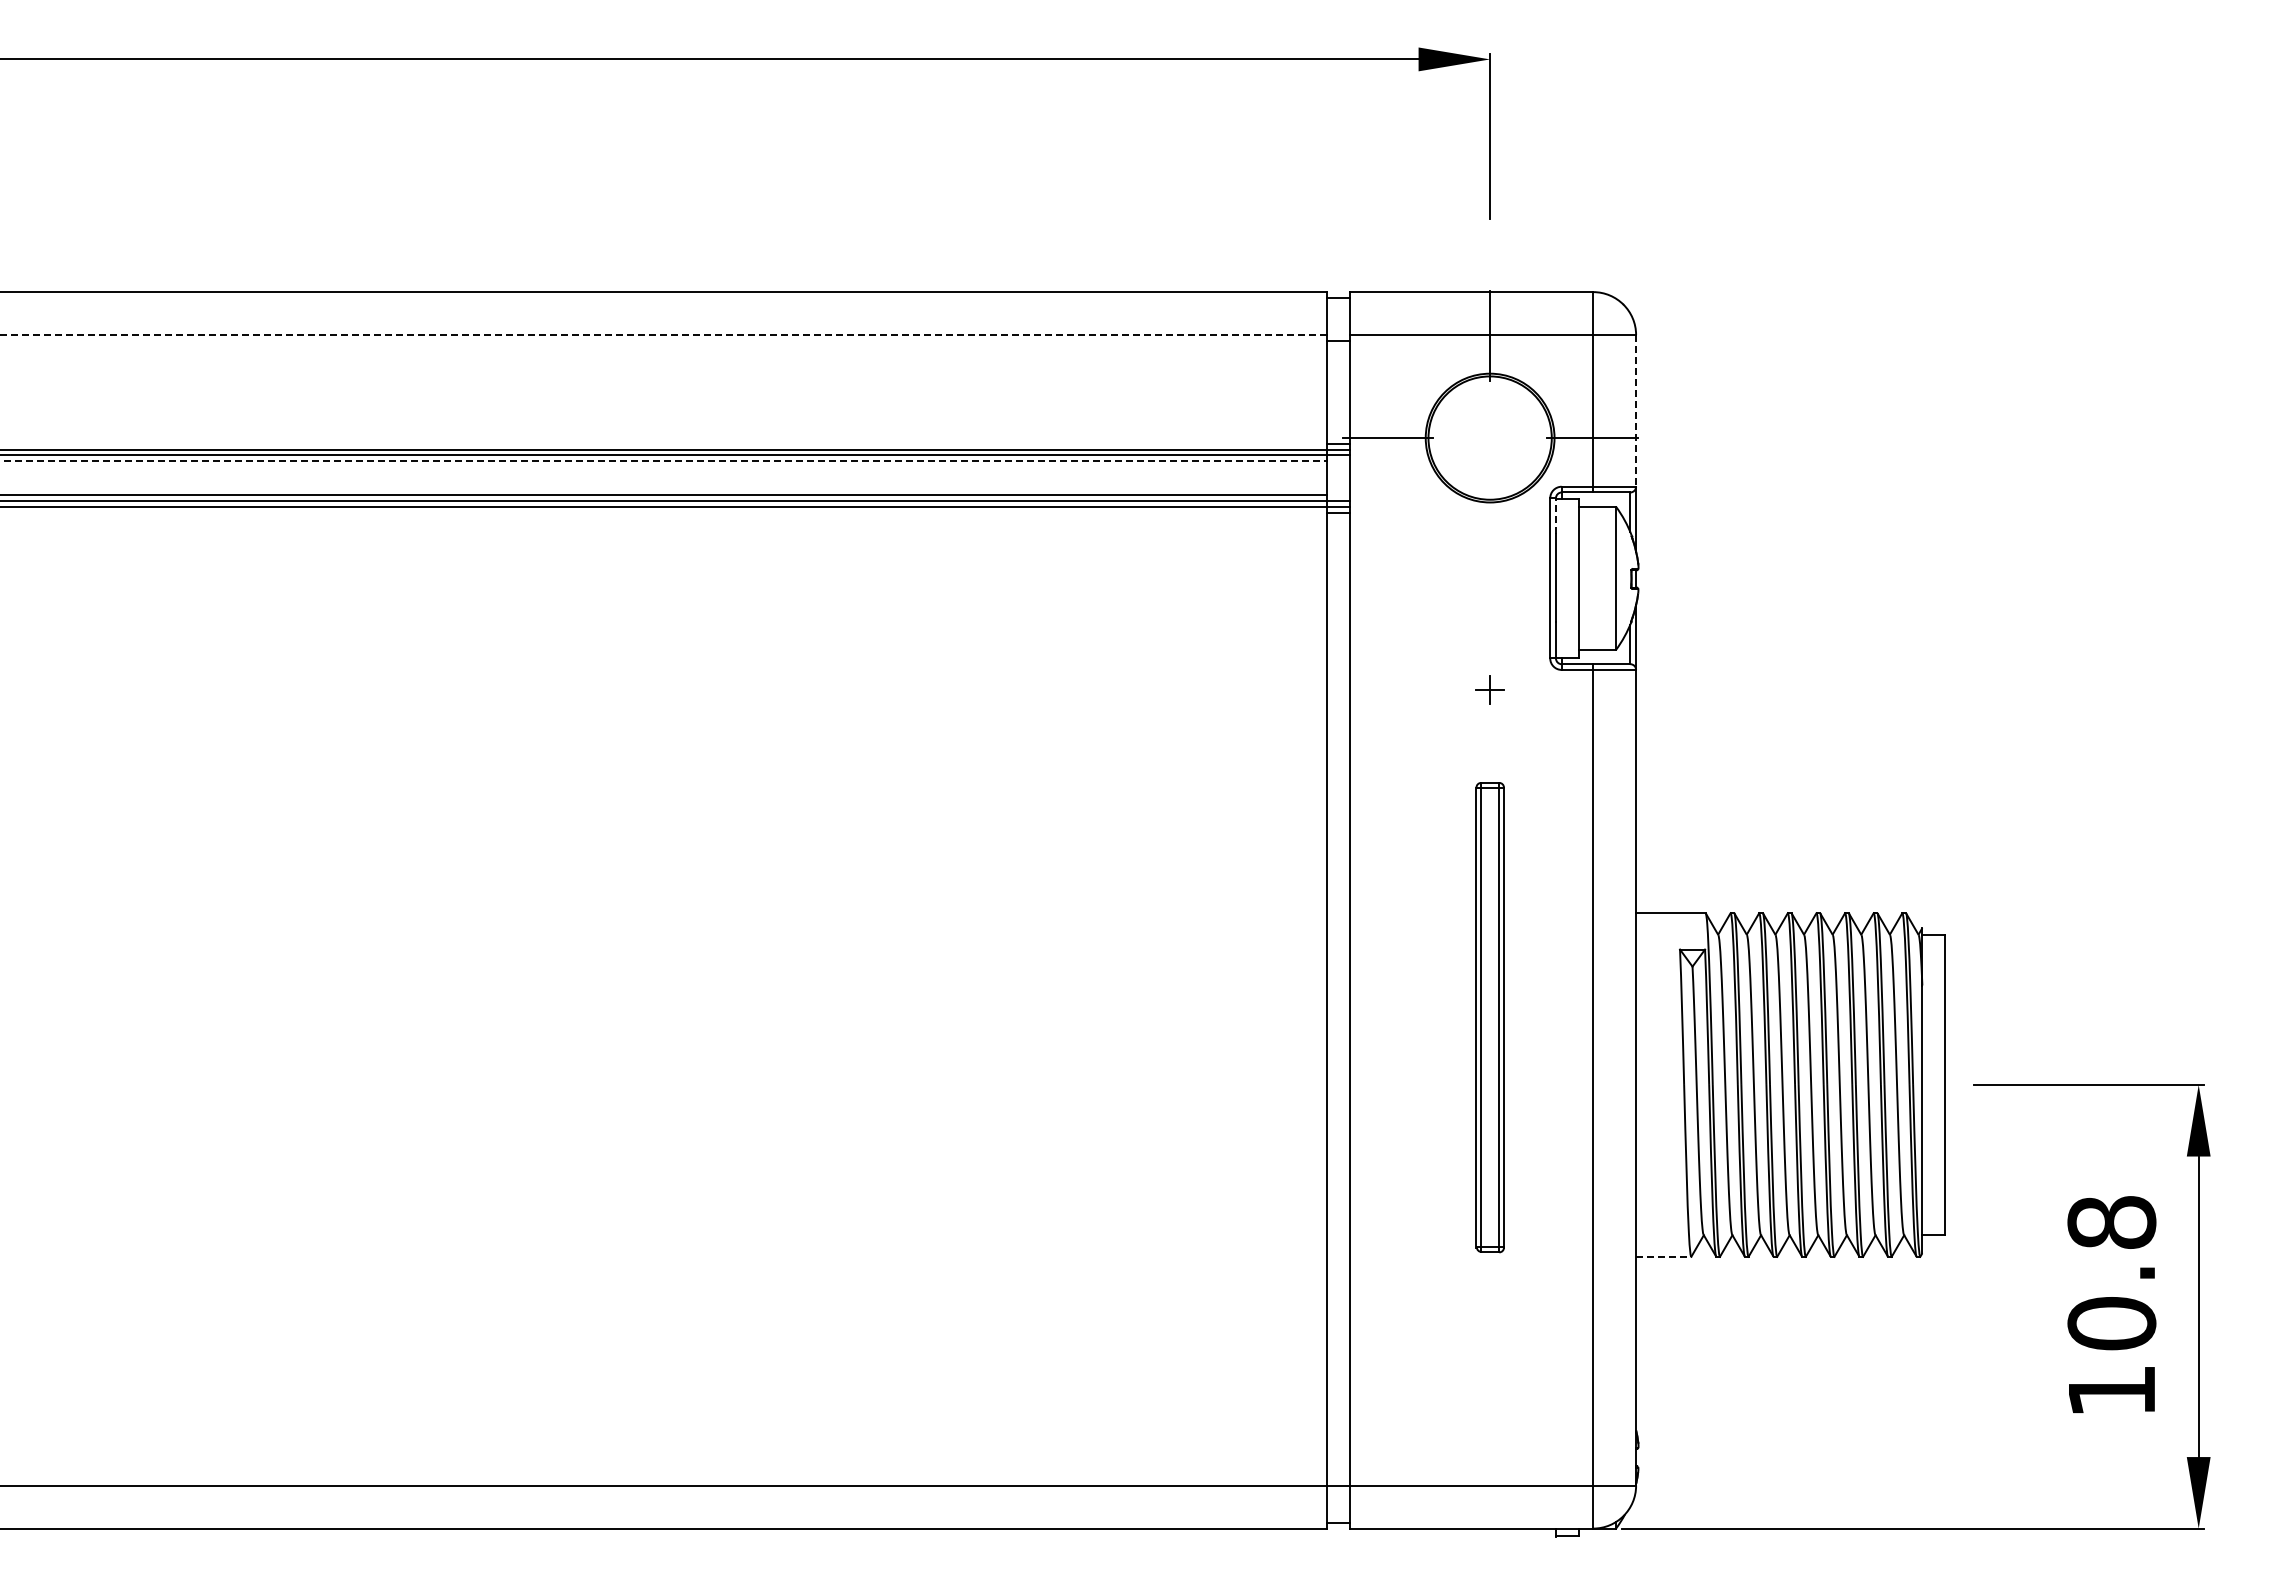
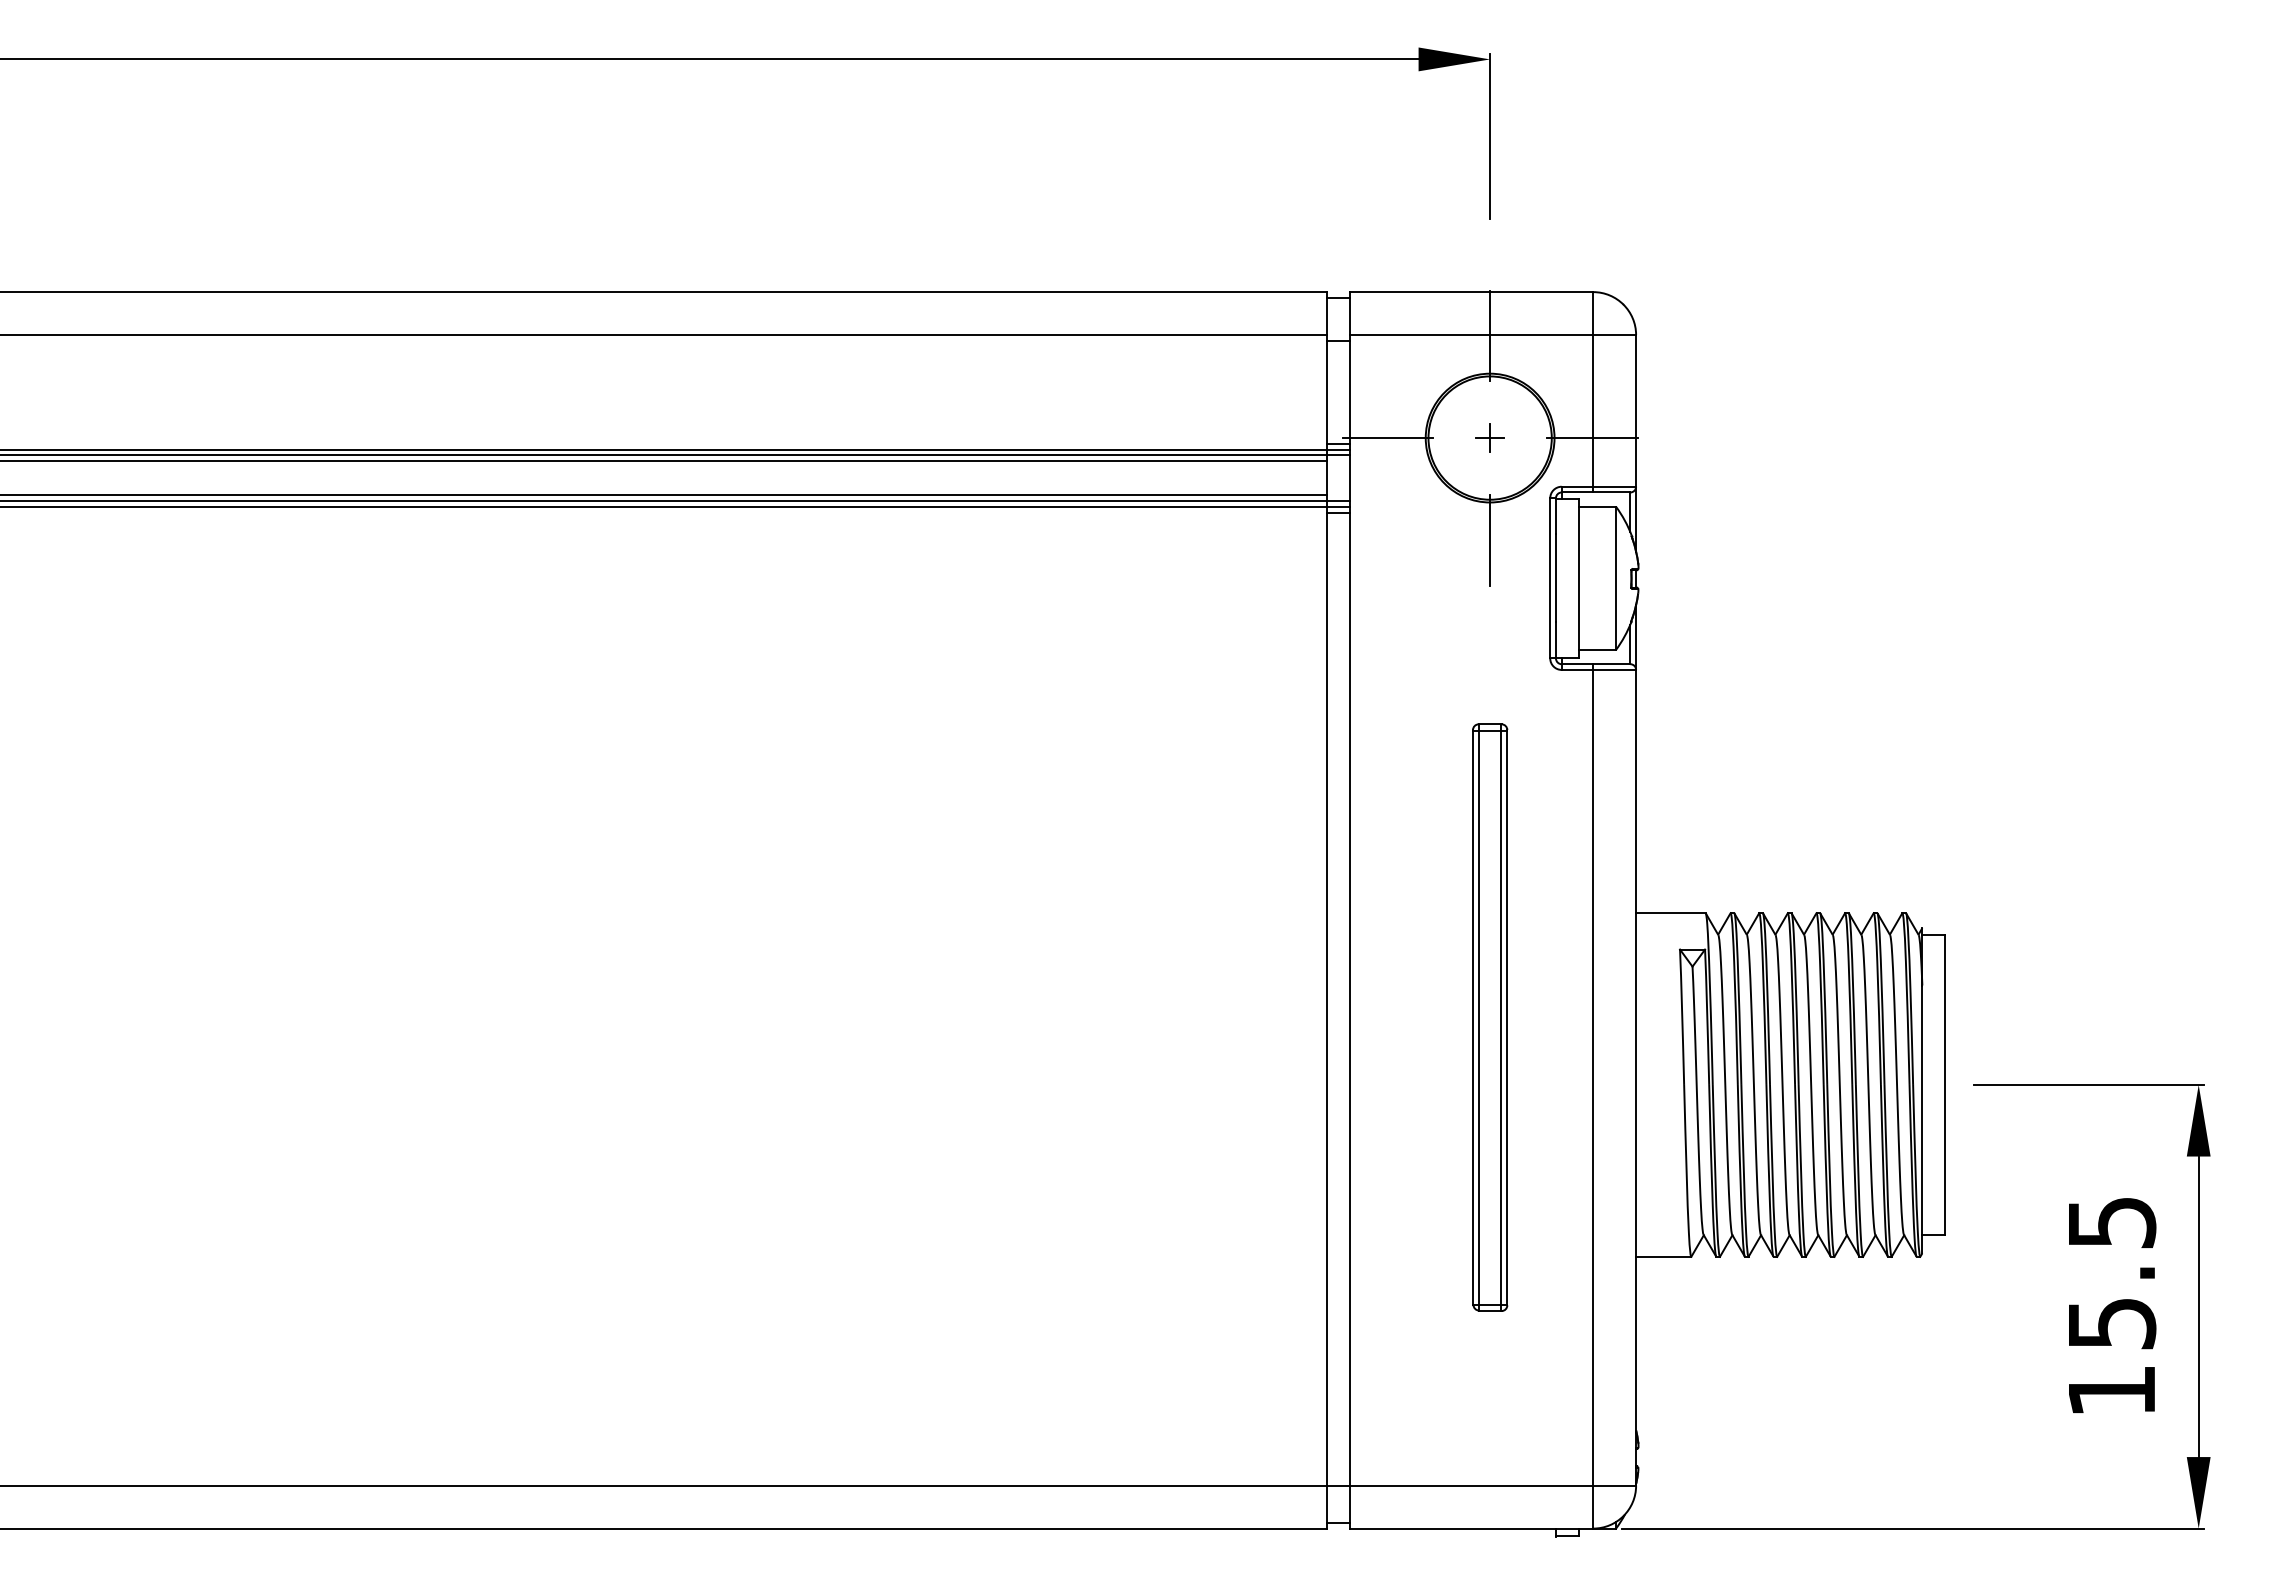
line at (663, 335): dashed -> solid
line at (1636, 410): dashed -> solid
line at (664, 460): dashed -> solid
line at (1555, 515): dashed -> solid
line at (1490, 540): none -> present
part at (1489, 689) position: (1489, 689) -> (1489, 437)
part at (1489, 1017) size: 30x472 px -> 37x589 px
line at (1663, 1256): dashed -> solid
text at (2111, 1273): 10.8 -> 15.5
